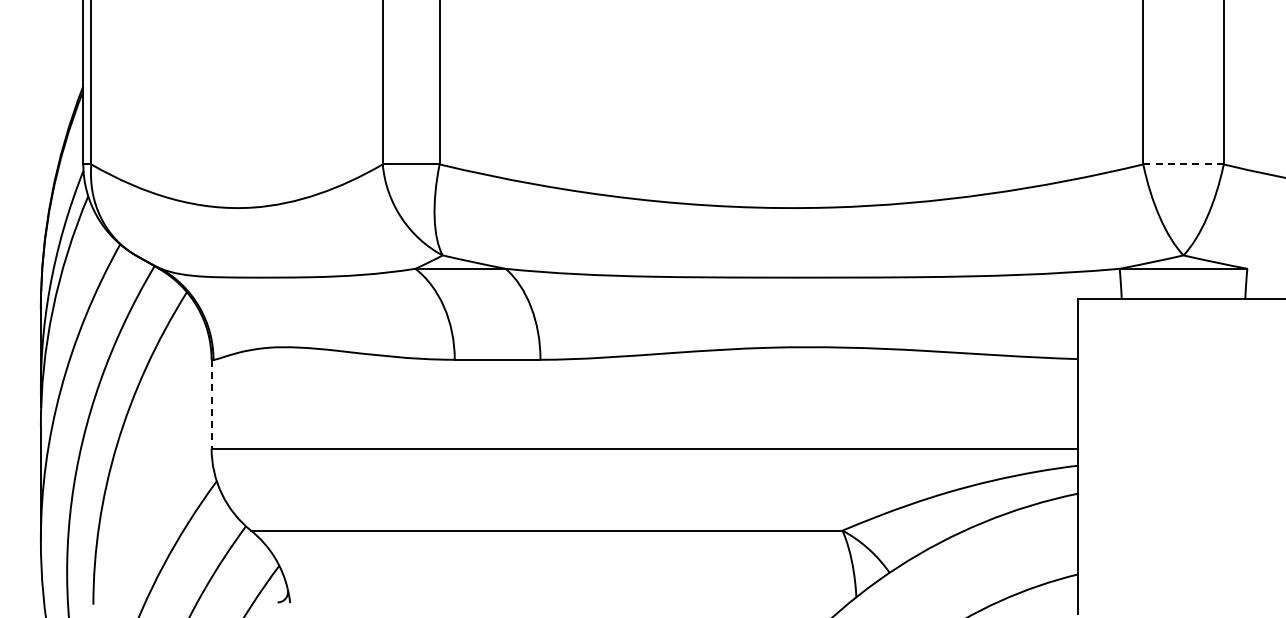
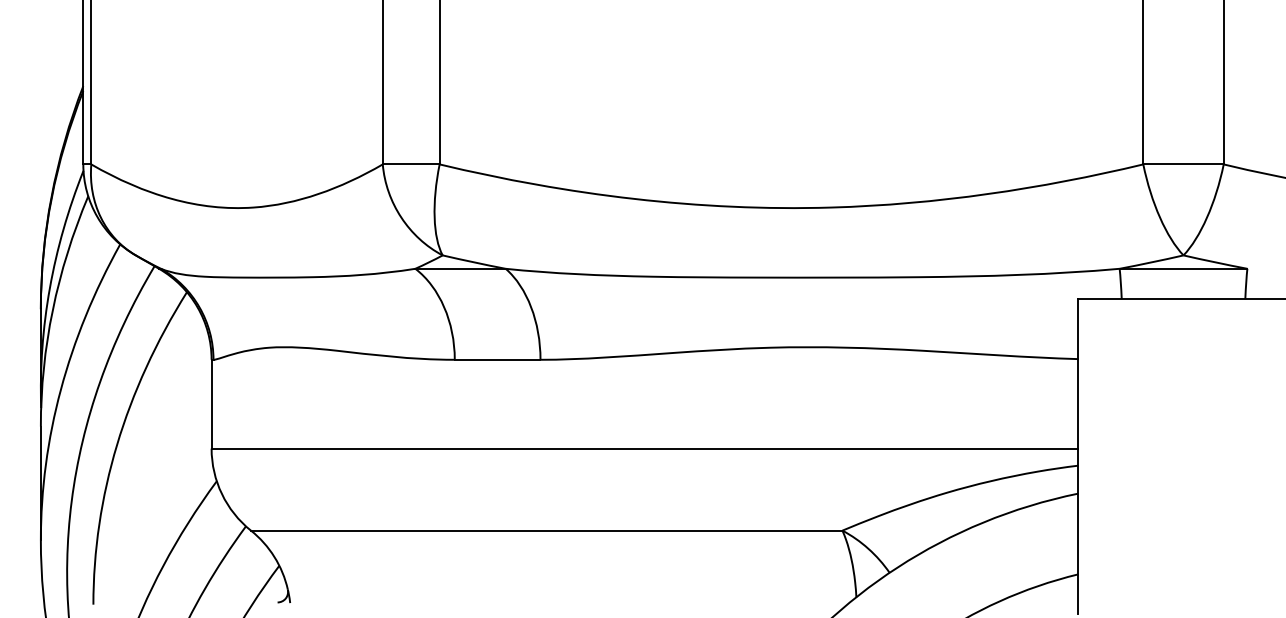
line at (1184, 164): dashed -> solid
line at (211, 404): dashed -> solid
